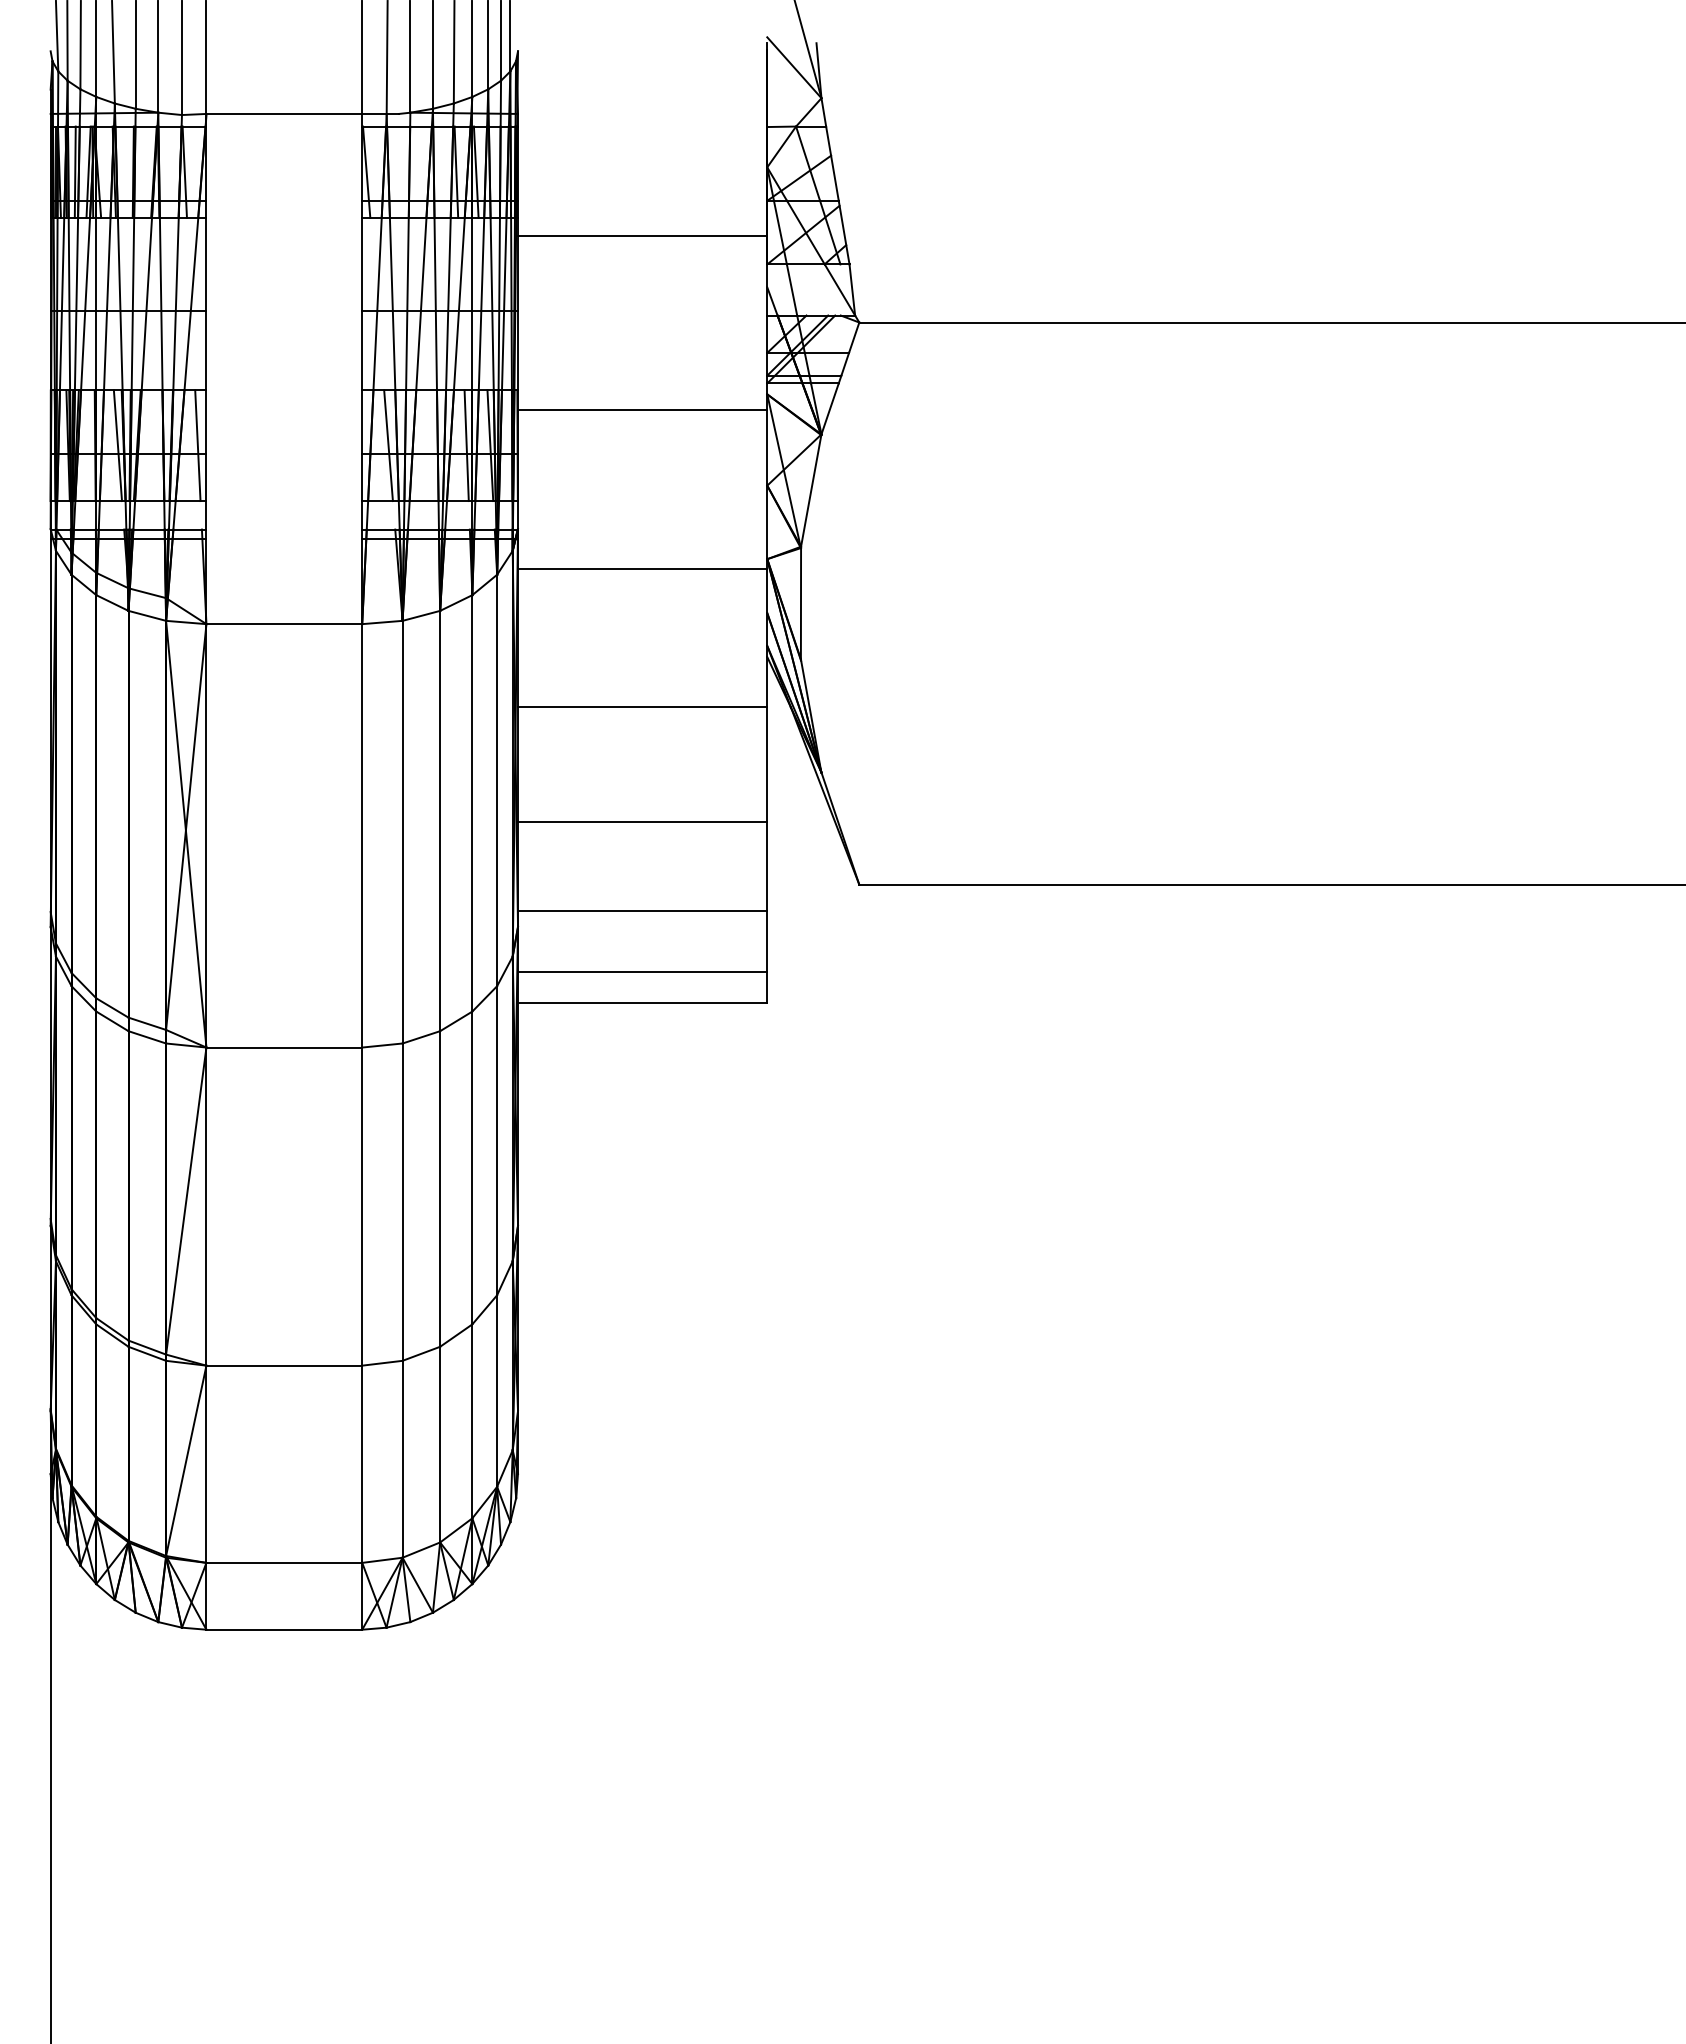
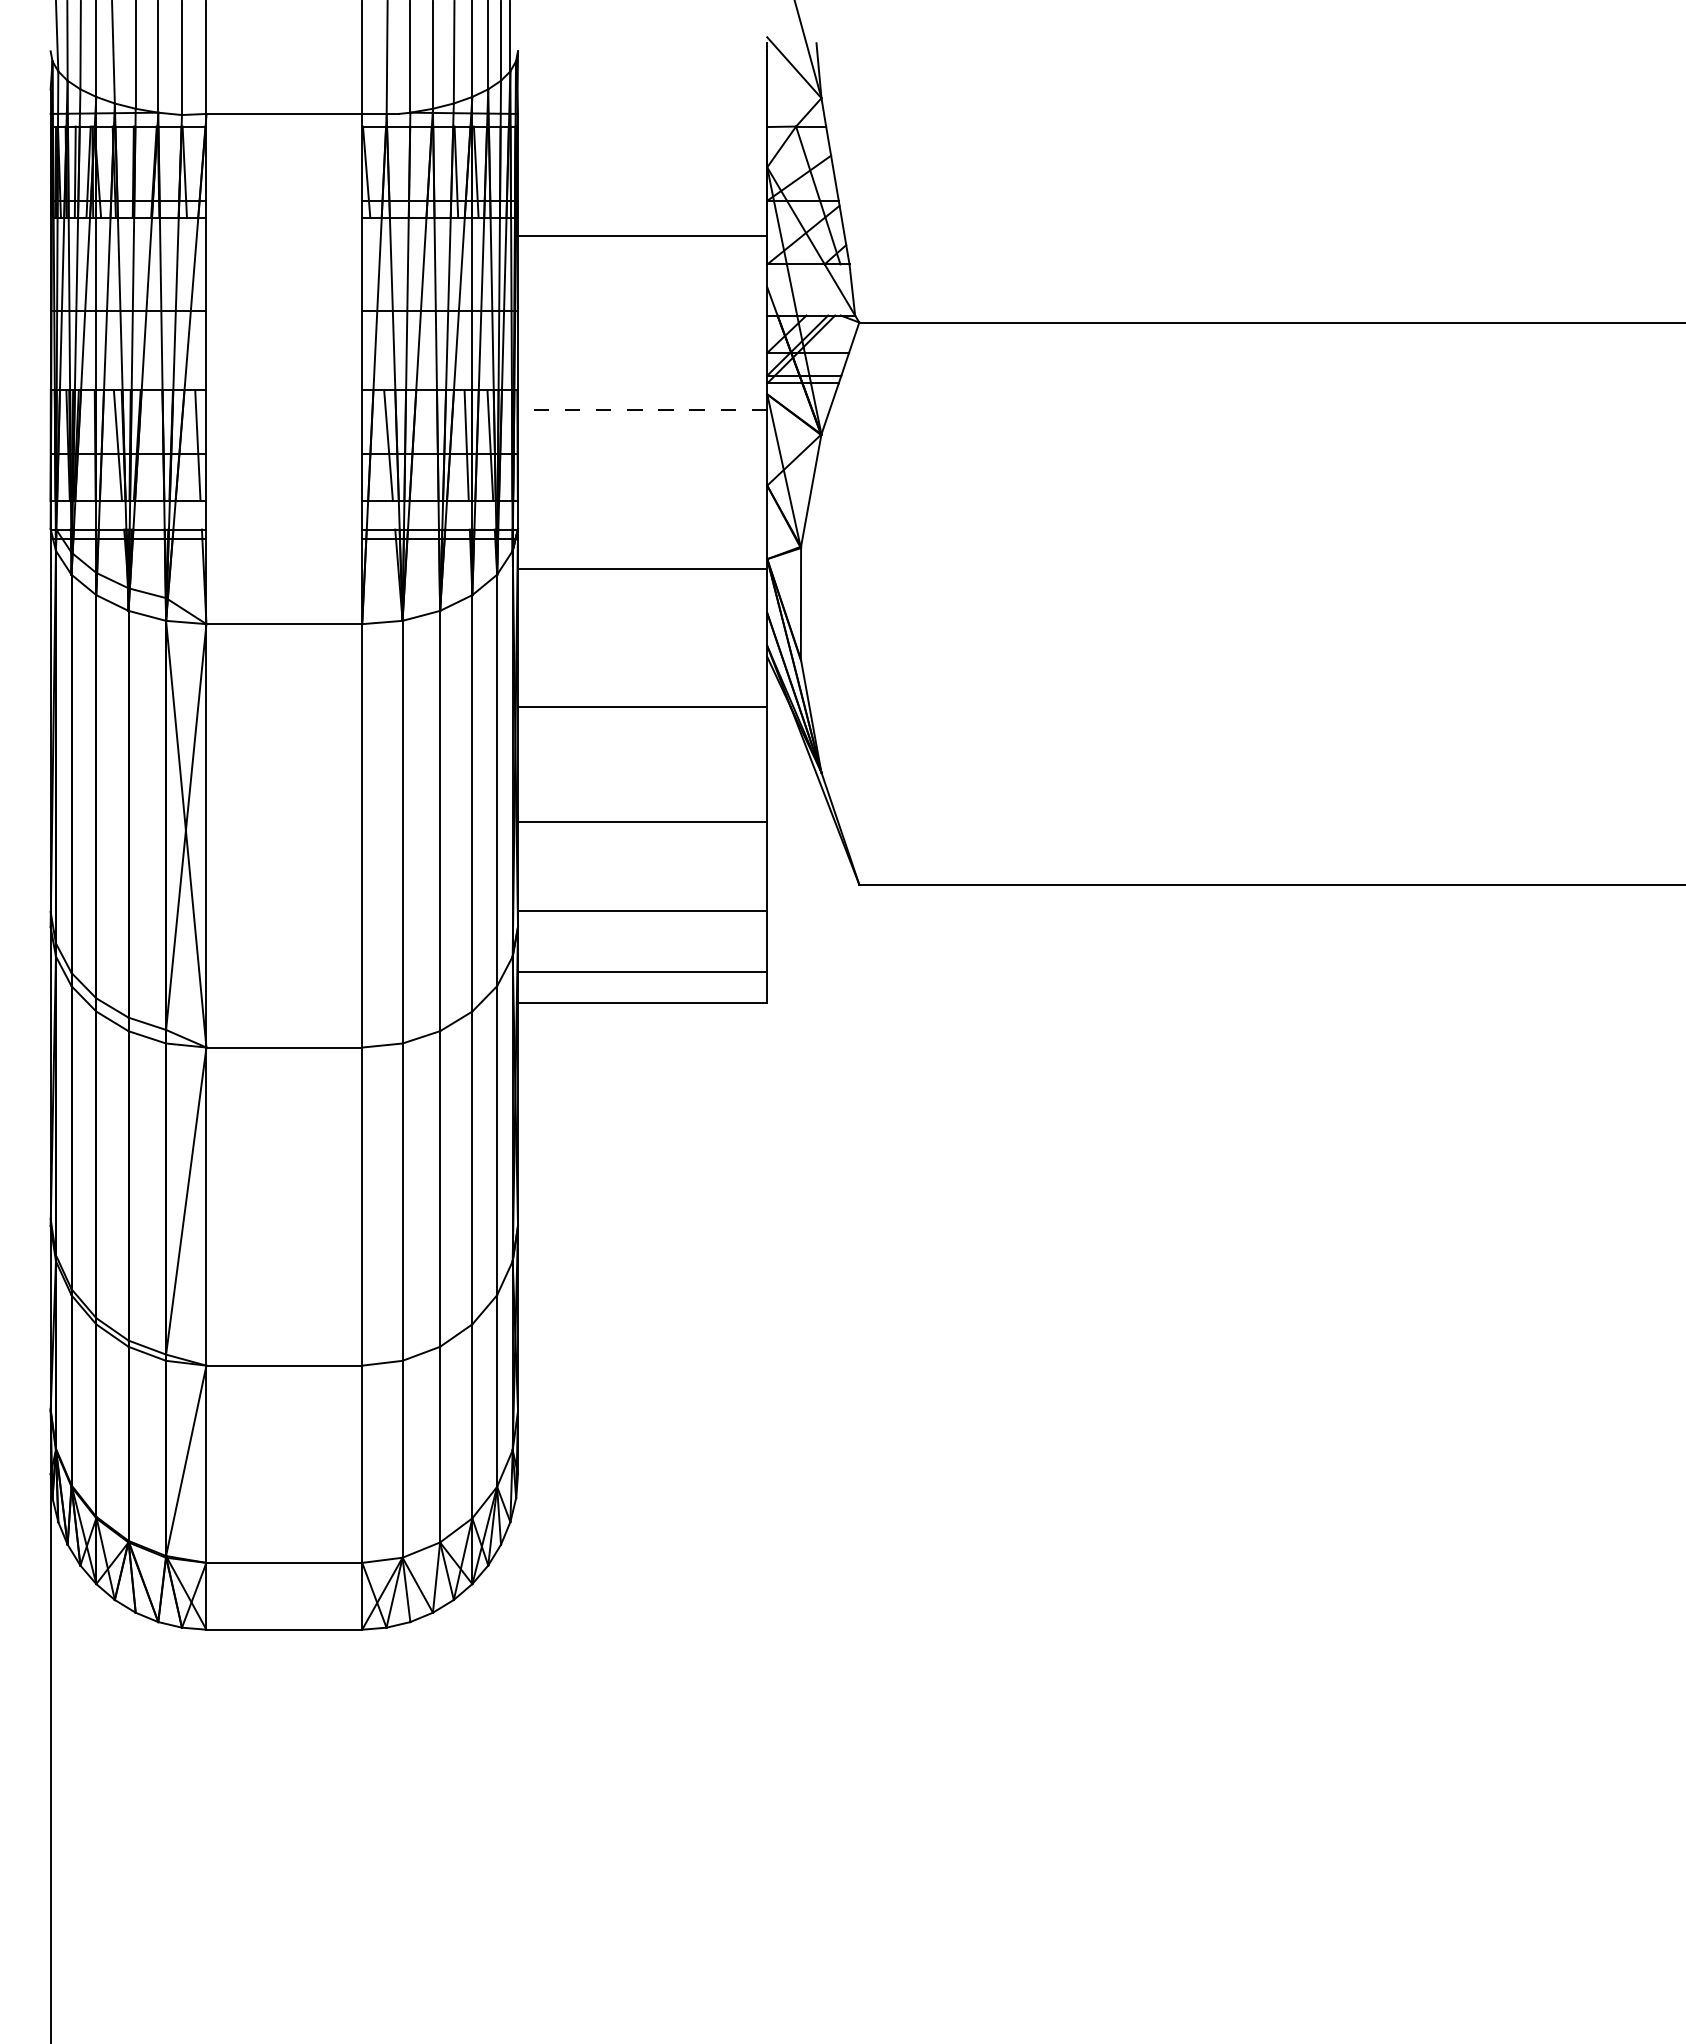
line at (642, 410): solid -> dashed
